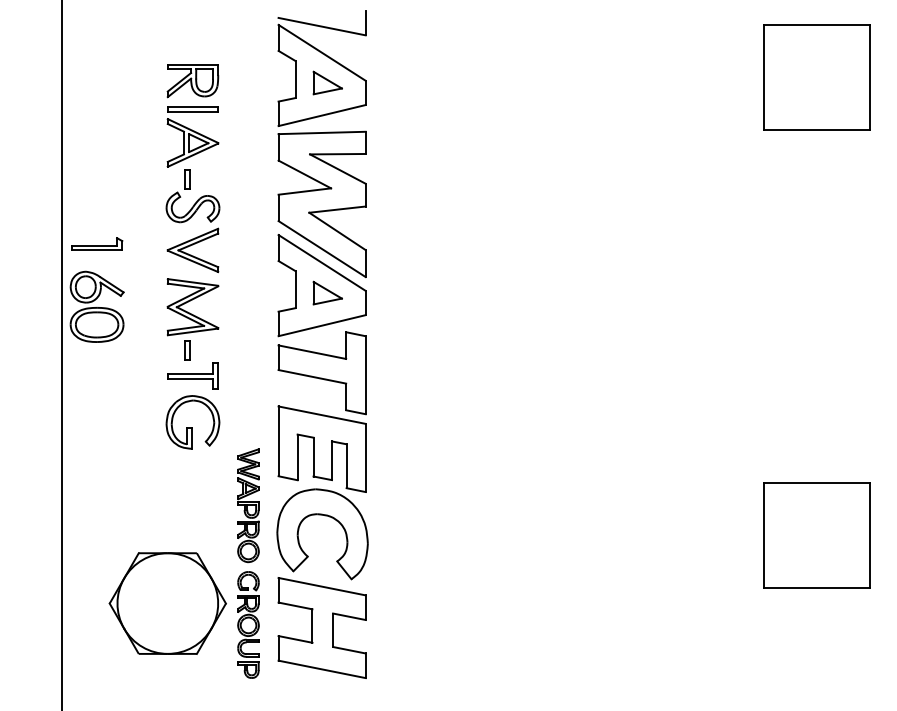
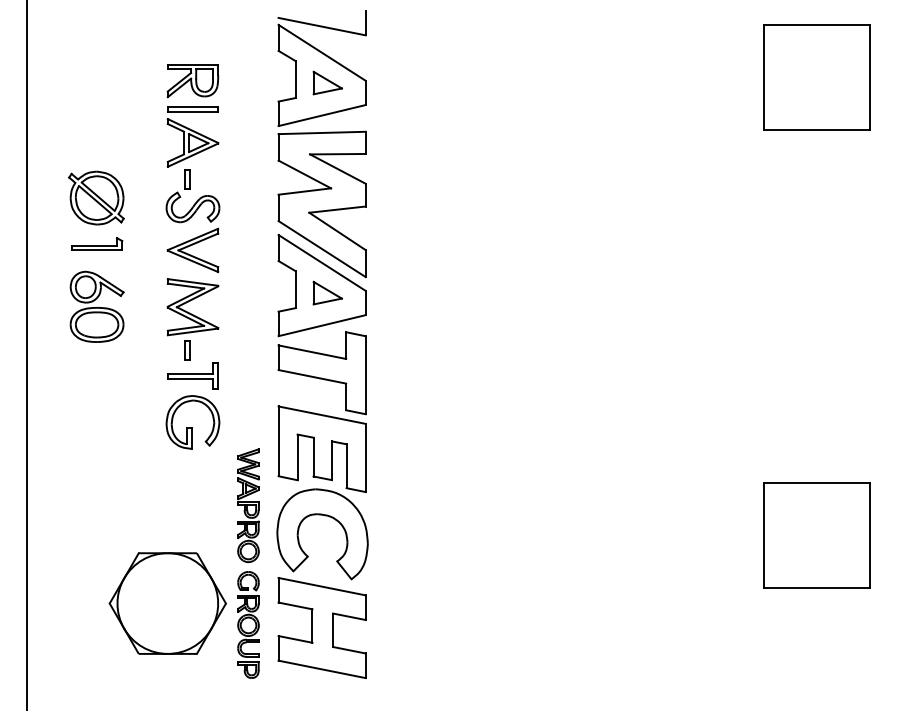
part at (96, 197): none -> present
line at (61, 354) position: (61, 354) -> (26, 354)
